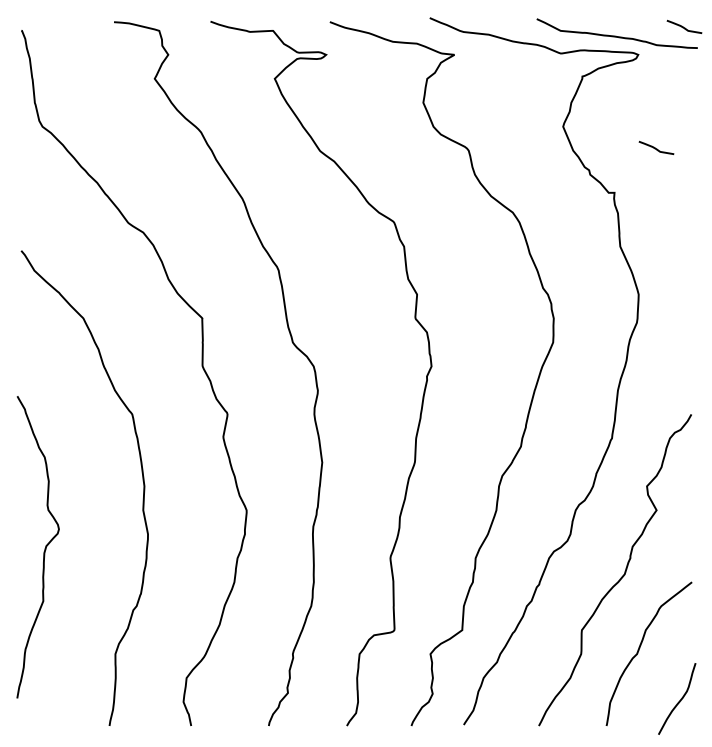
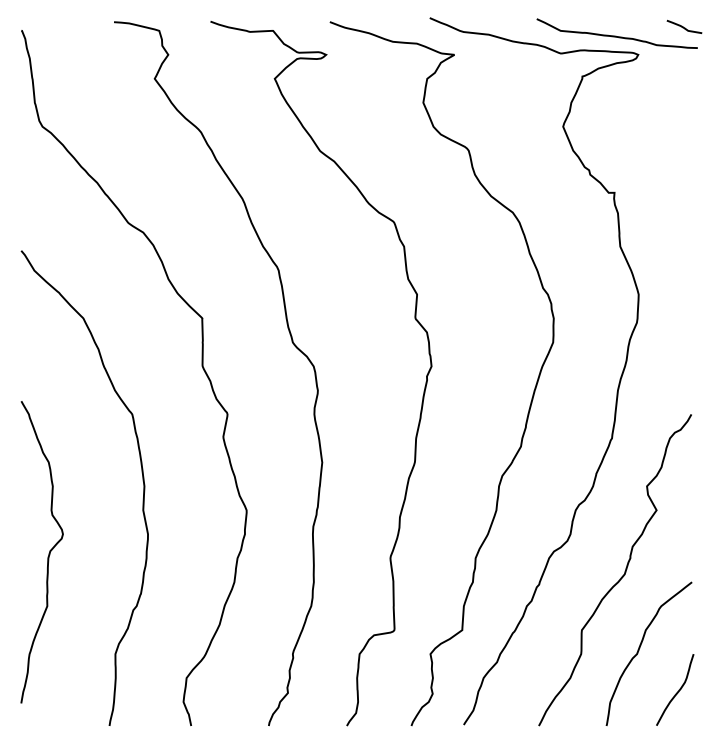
curve at (655, 147): present -> none
curve at (44, 548) position: (44, 548) -> (48, 553)
curve at (679, 700) position: (679, 700) -> (677, 691)
